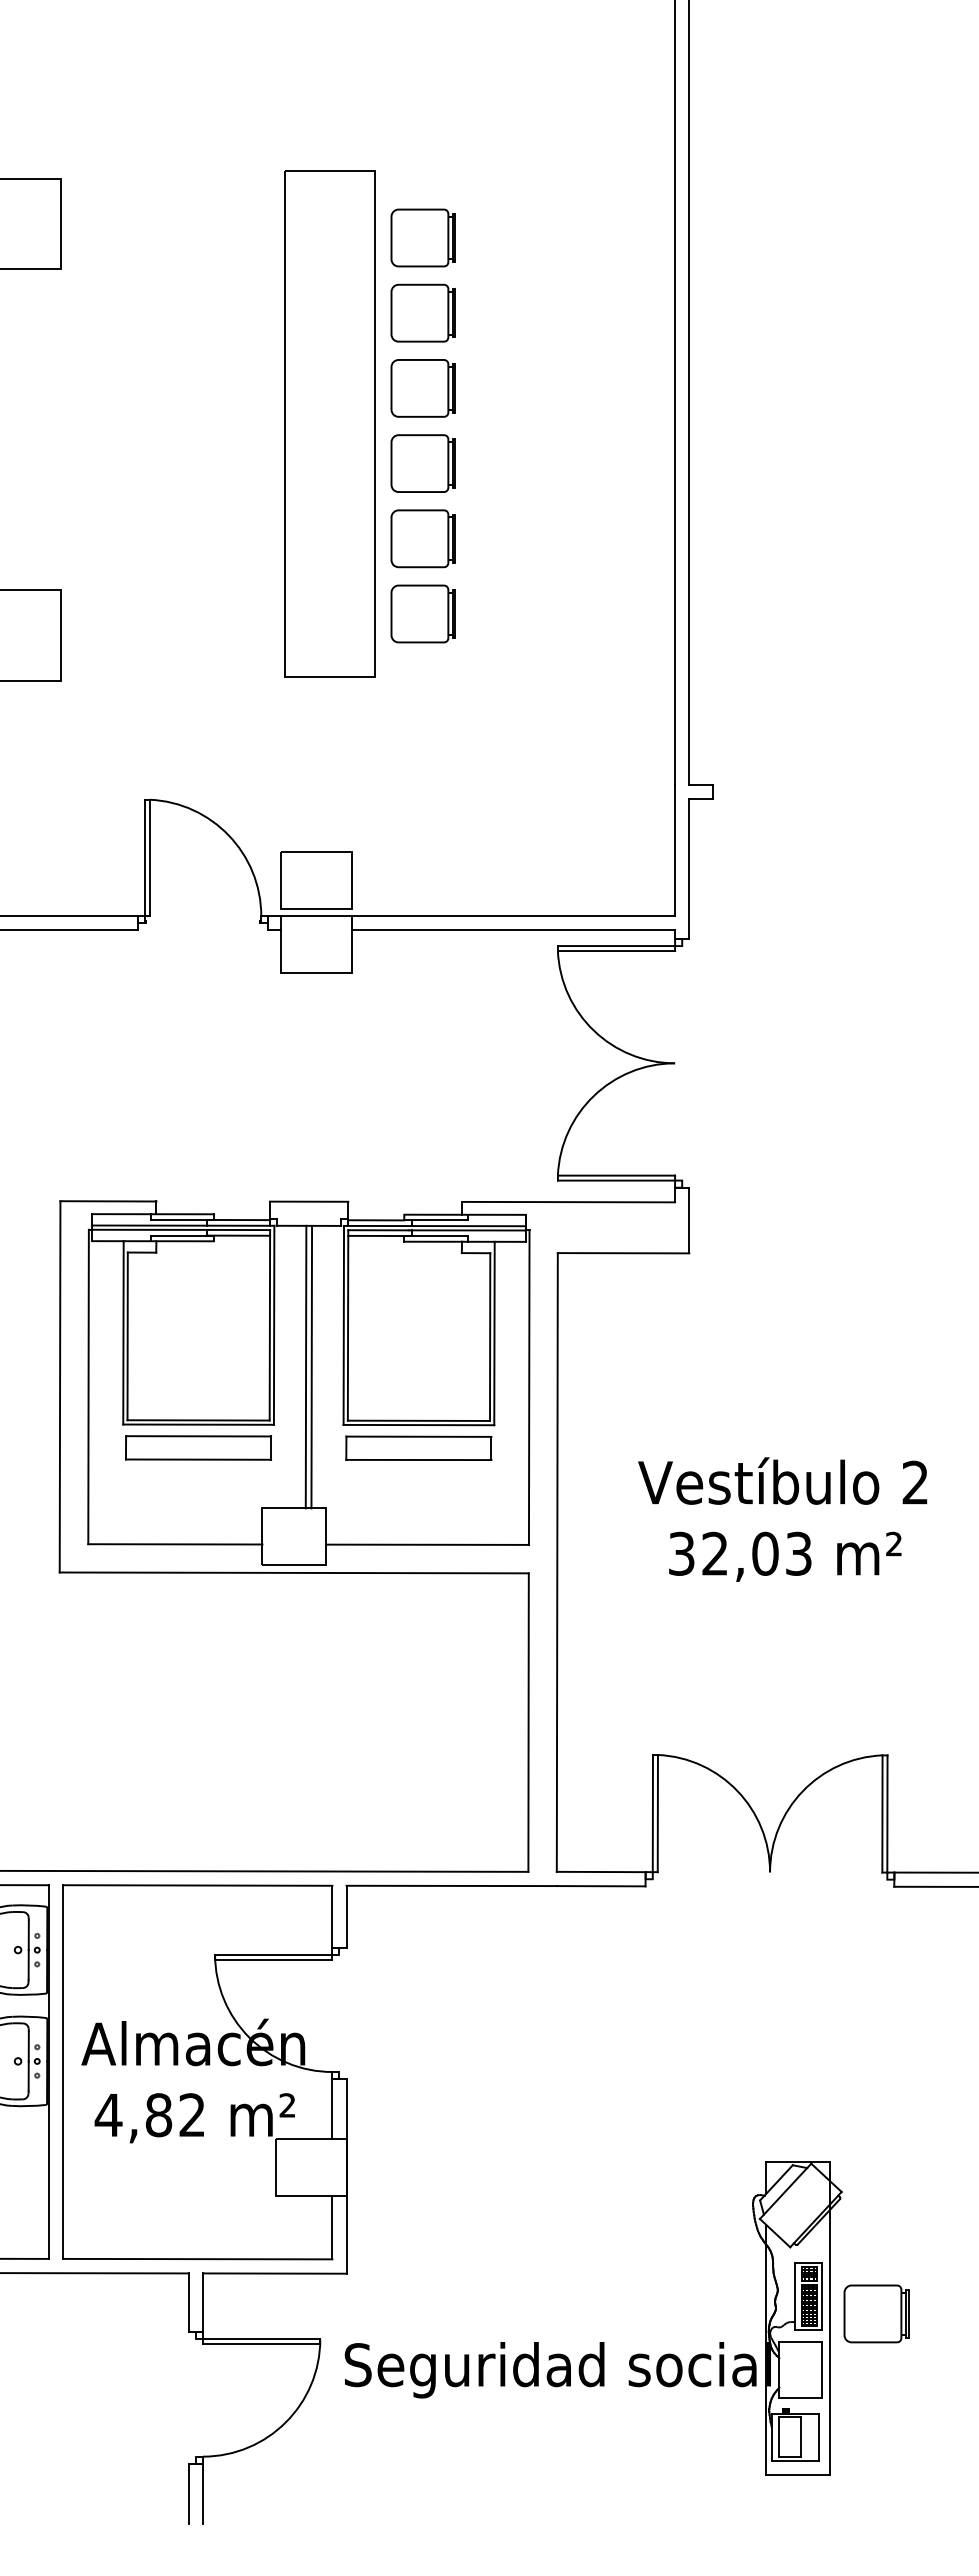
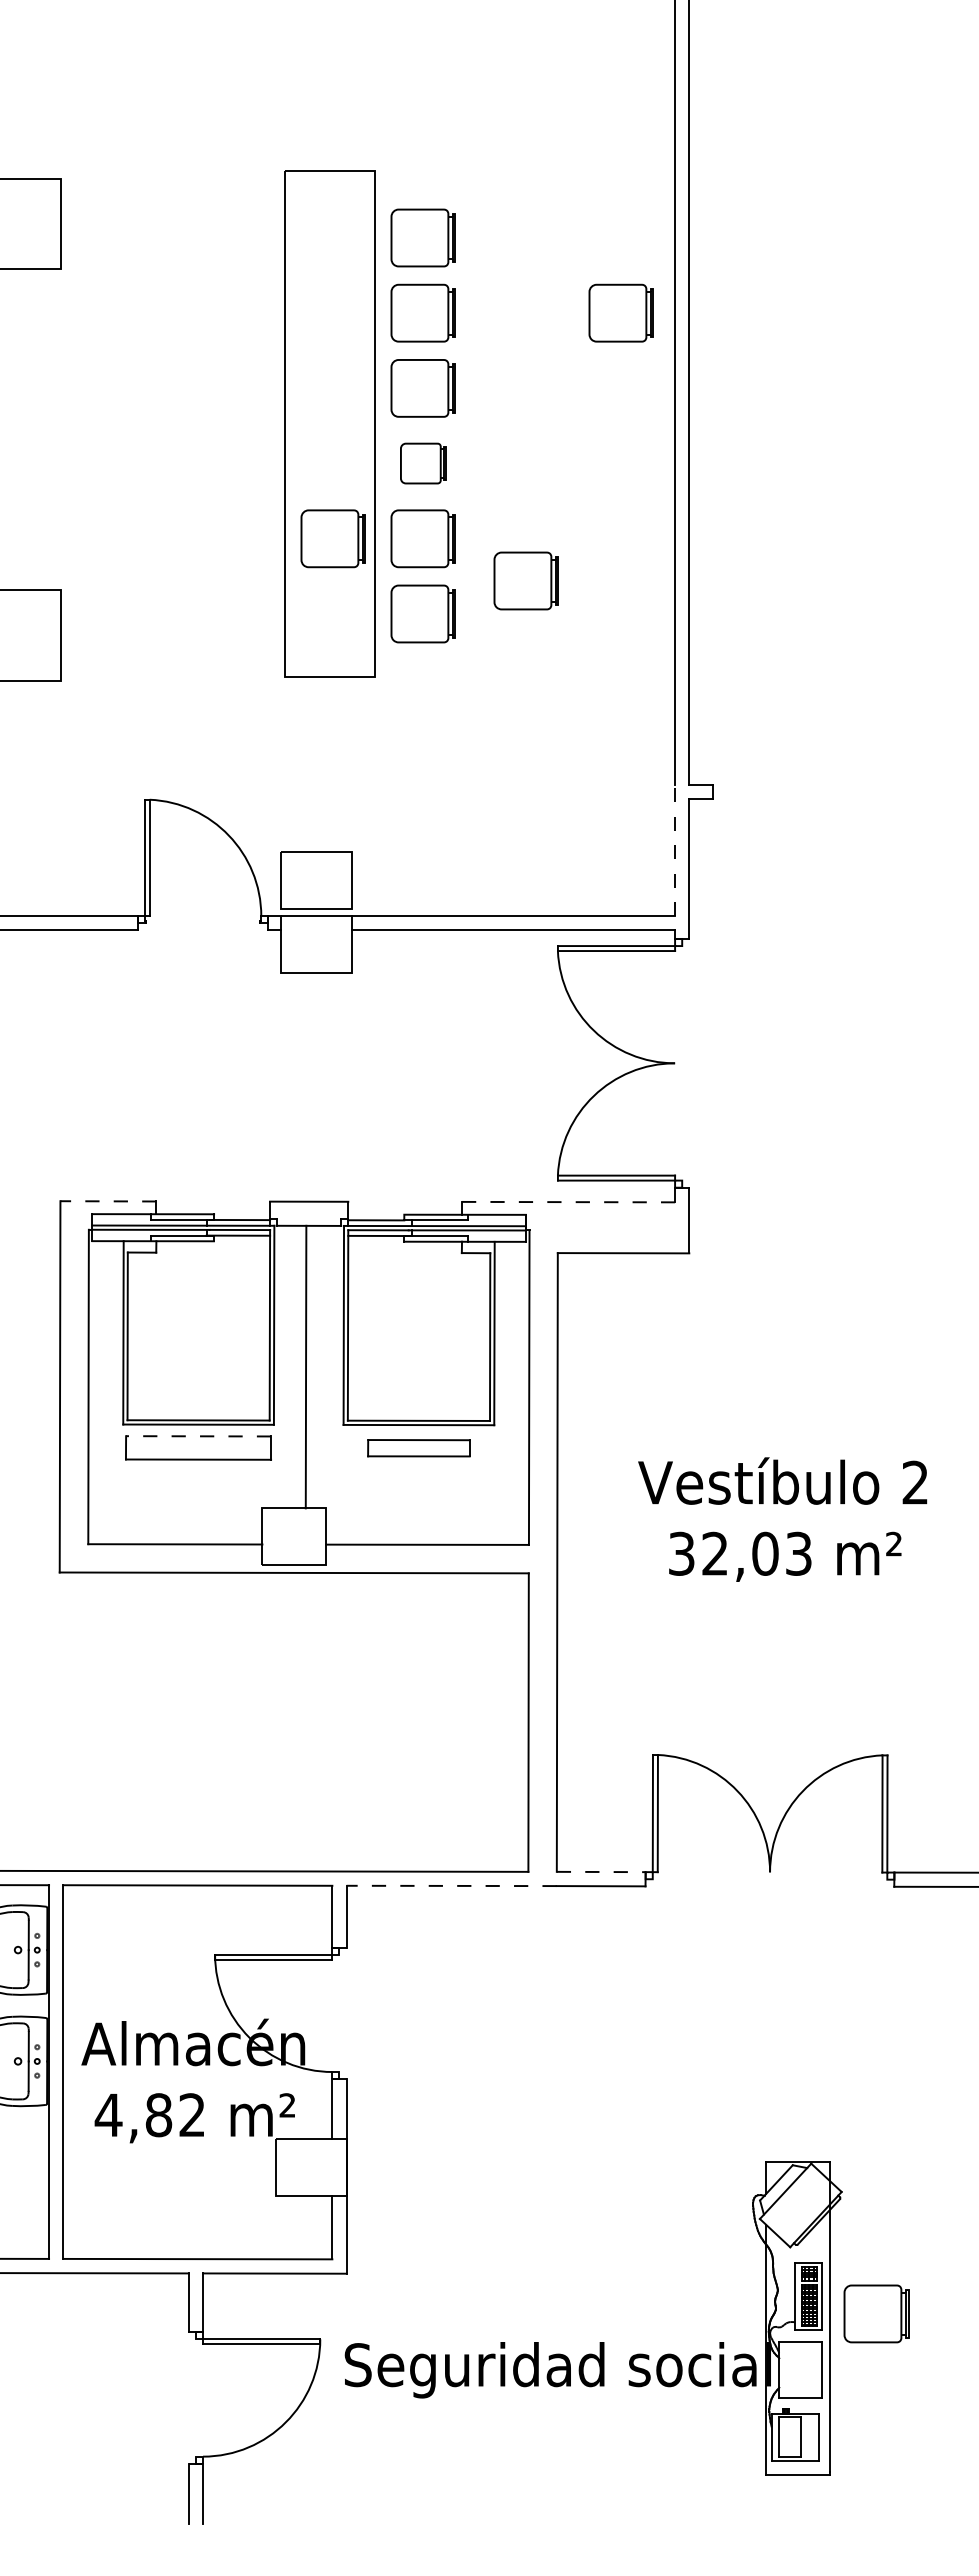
part at (620, 312): none -> present
part at (422, 463) size: 66x59 px -> 47x43 px
part at (332, 538): none -> present
part at (525, 580): none -> present
line at (675, 850): solid -> dashed
line at (108, 1201): solid -> dashed
line at (568, 1202): solid -> dashed
line at (311, 1366): present -> none
line at (198, 1436): solid -> dashed
part at (418, 1447) size: 148x26 px -> 104x19 px
line at (601, 1872): solid -> dashed
line at (451, 1885): solid -> dashed
